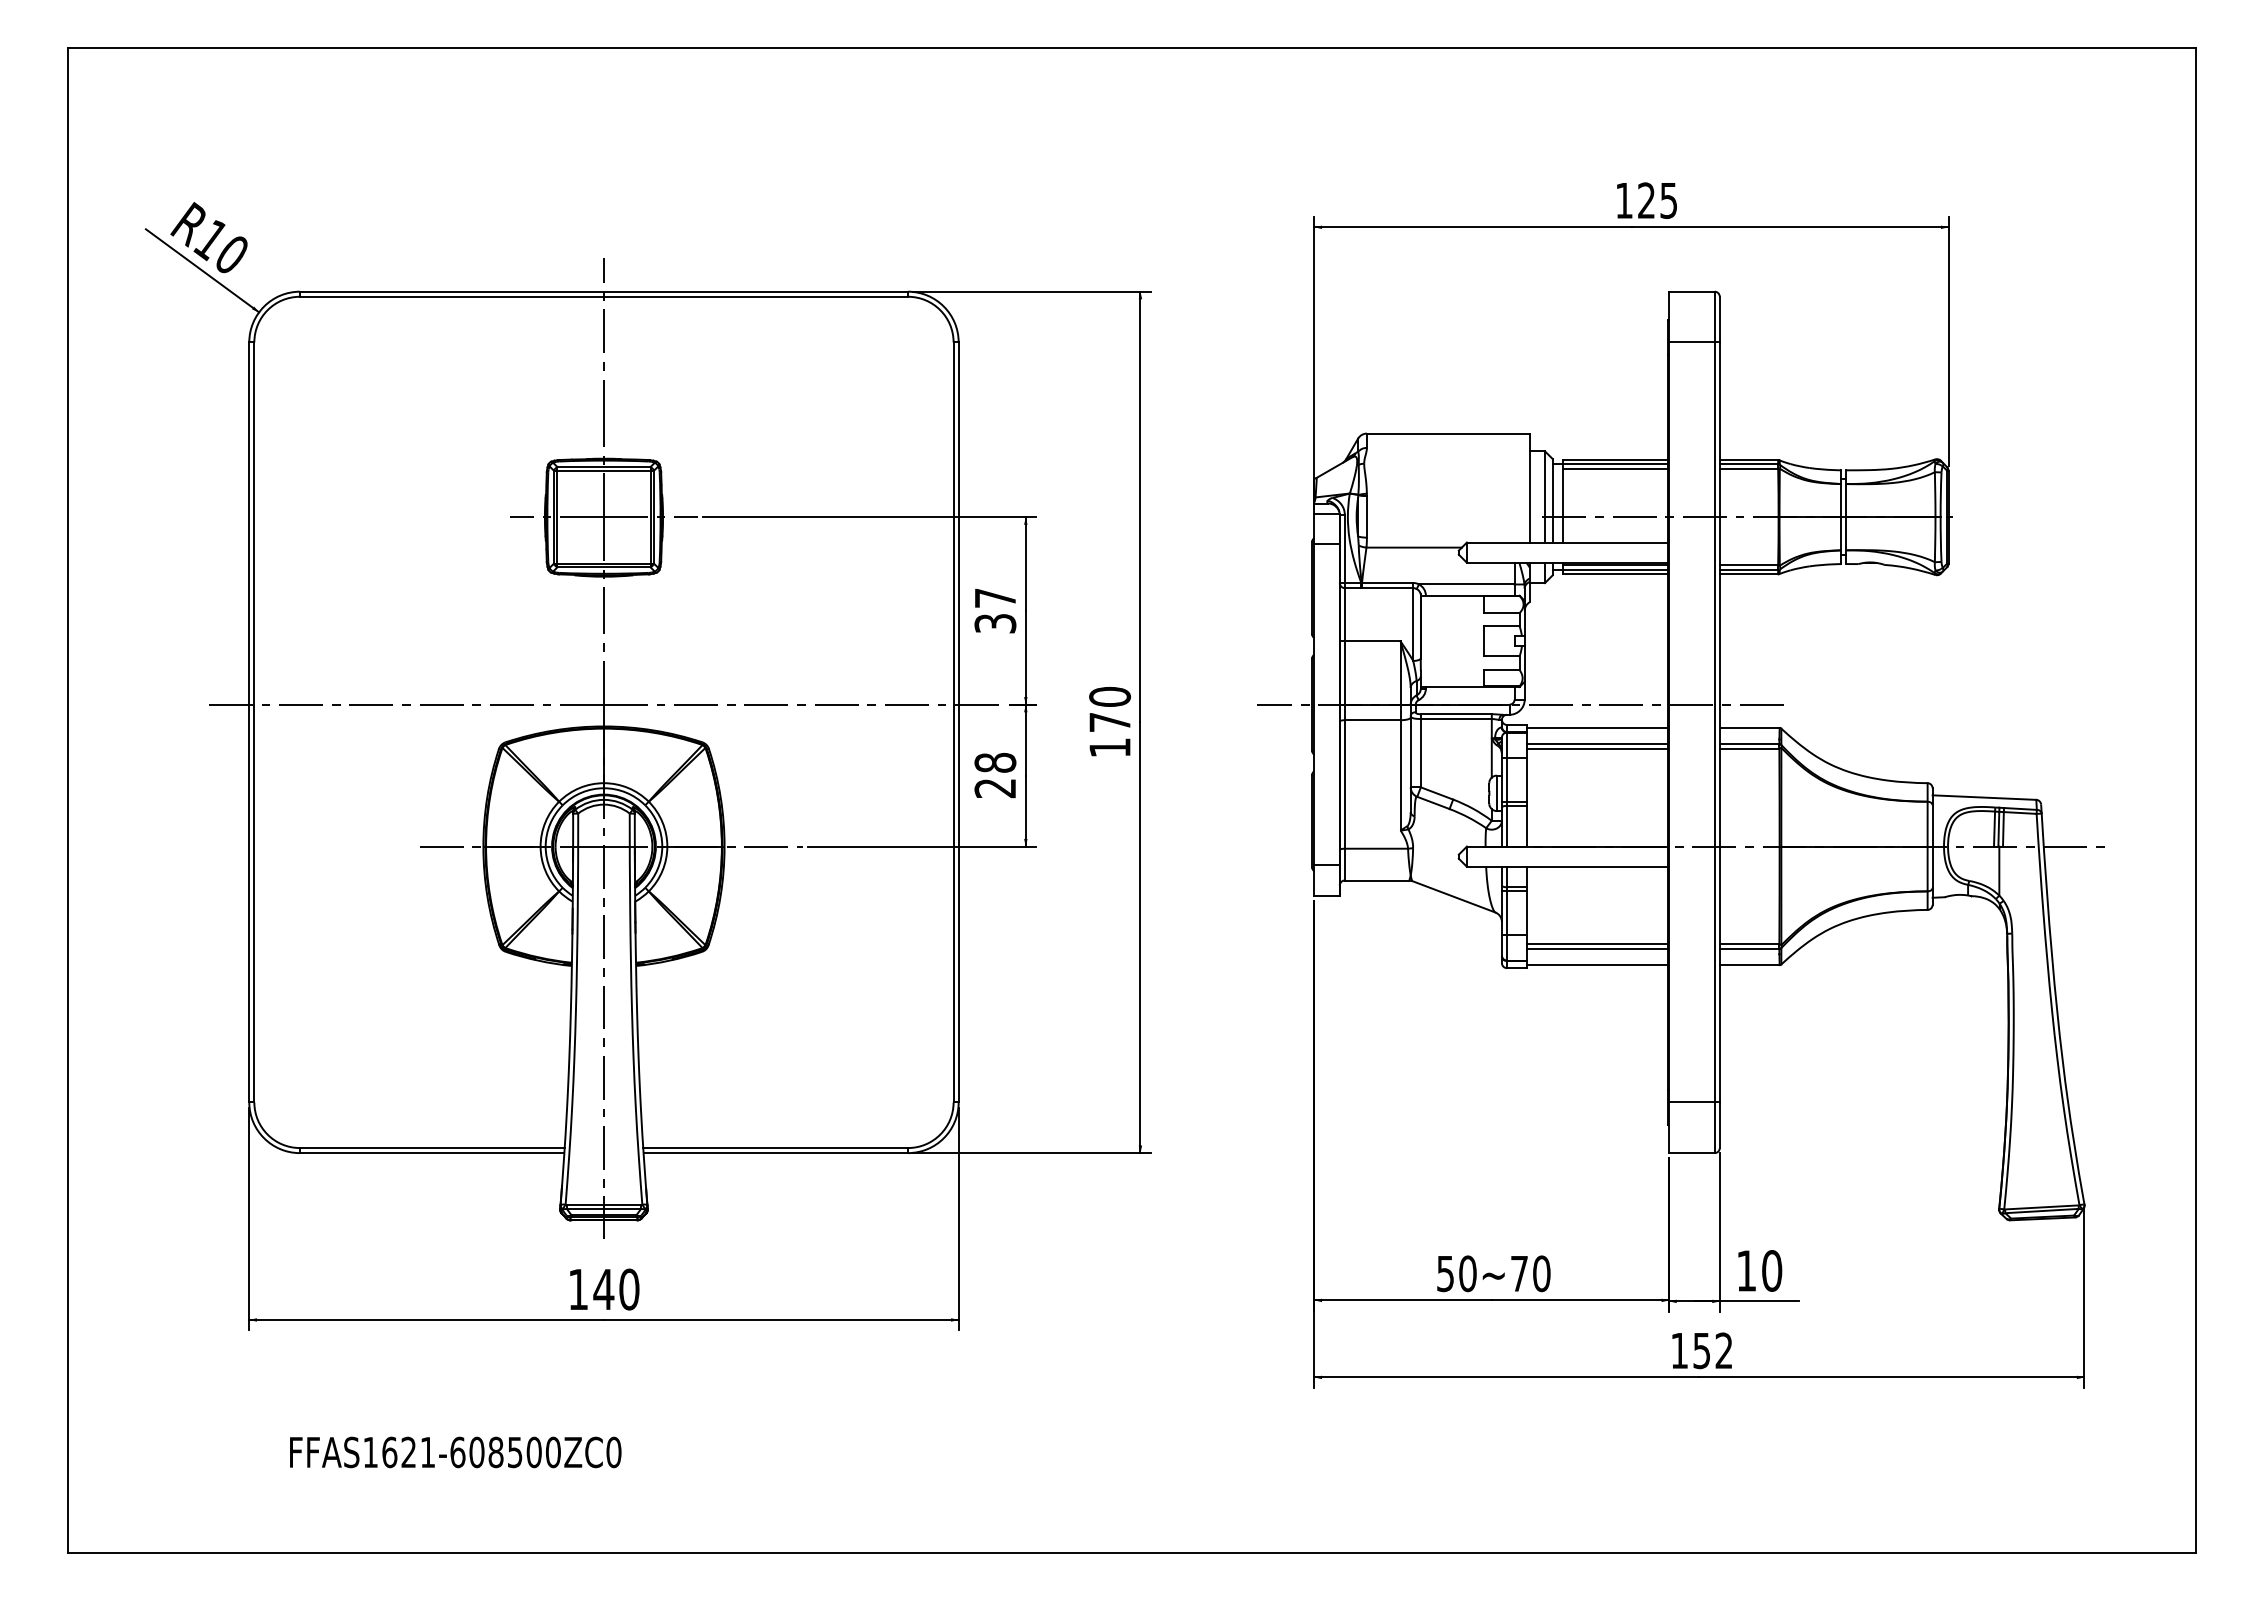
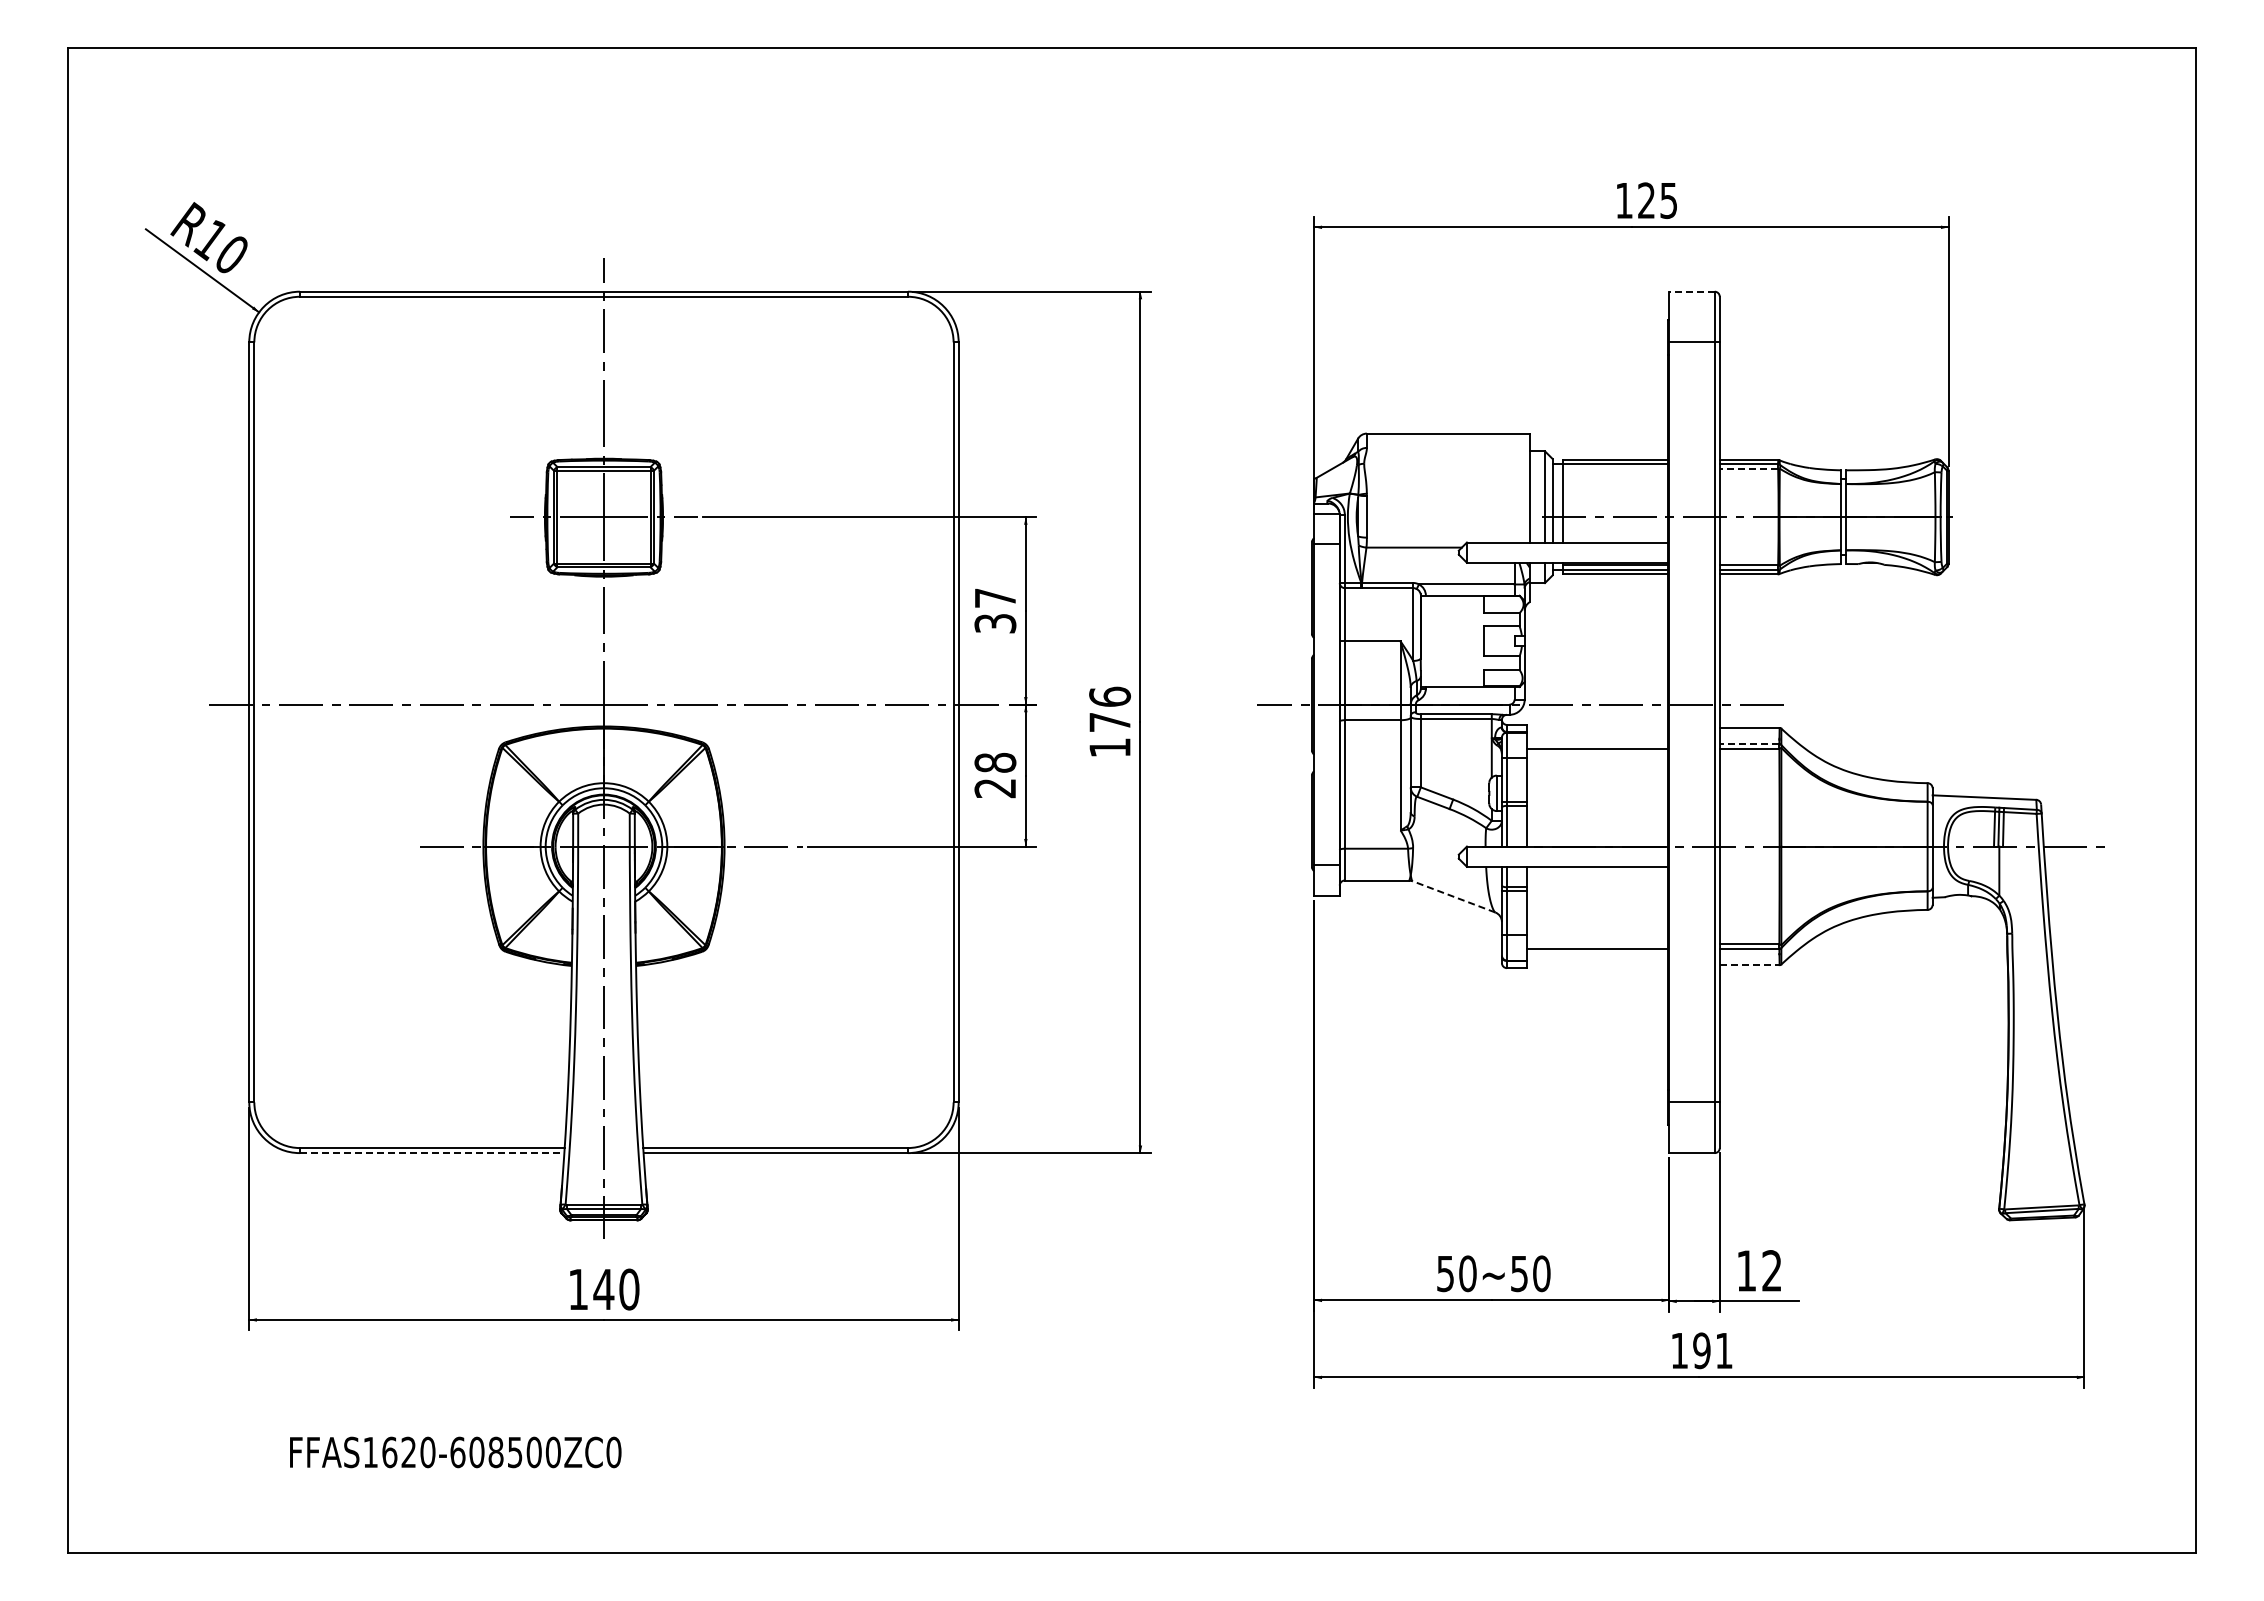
line at (1691, 291): solid -> dashed
line at (1615, 469): present -> none
line at (1748, 469): solid -> dashed
text at (1109, 696): 170 -> 176
line at (1597, 727): present -> none
line at (1597, 743): present -> none
line at (1749, 743): solid -> dashed
line at (1453, 896): solid -> dashed
line at (1597, 944): present -> none
line at (1597, 965): present -> none
line at (1749, 965): solid -> dashed
line at (432, 1153): solid -> dashed
text at (1772, 1270): 10 -> 12
text at (1519, 1274): 50~70 -> 50~50
text at (1712, 1350): 152 -> 191
text at (427, 1452): FFAS1621-608500ZC0 -> FFAS1620-608500ZC0
